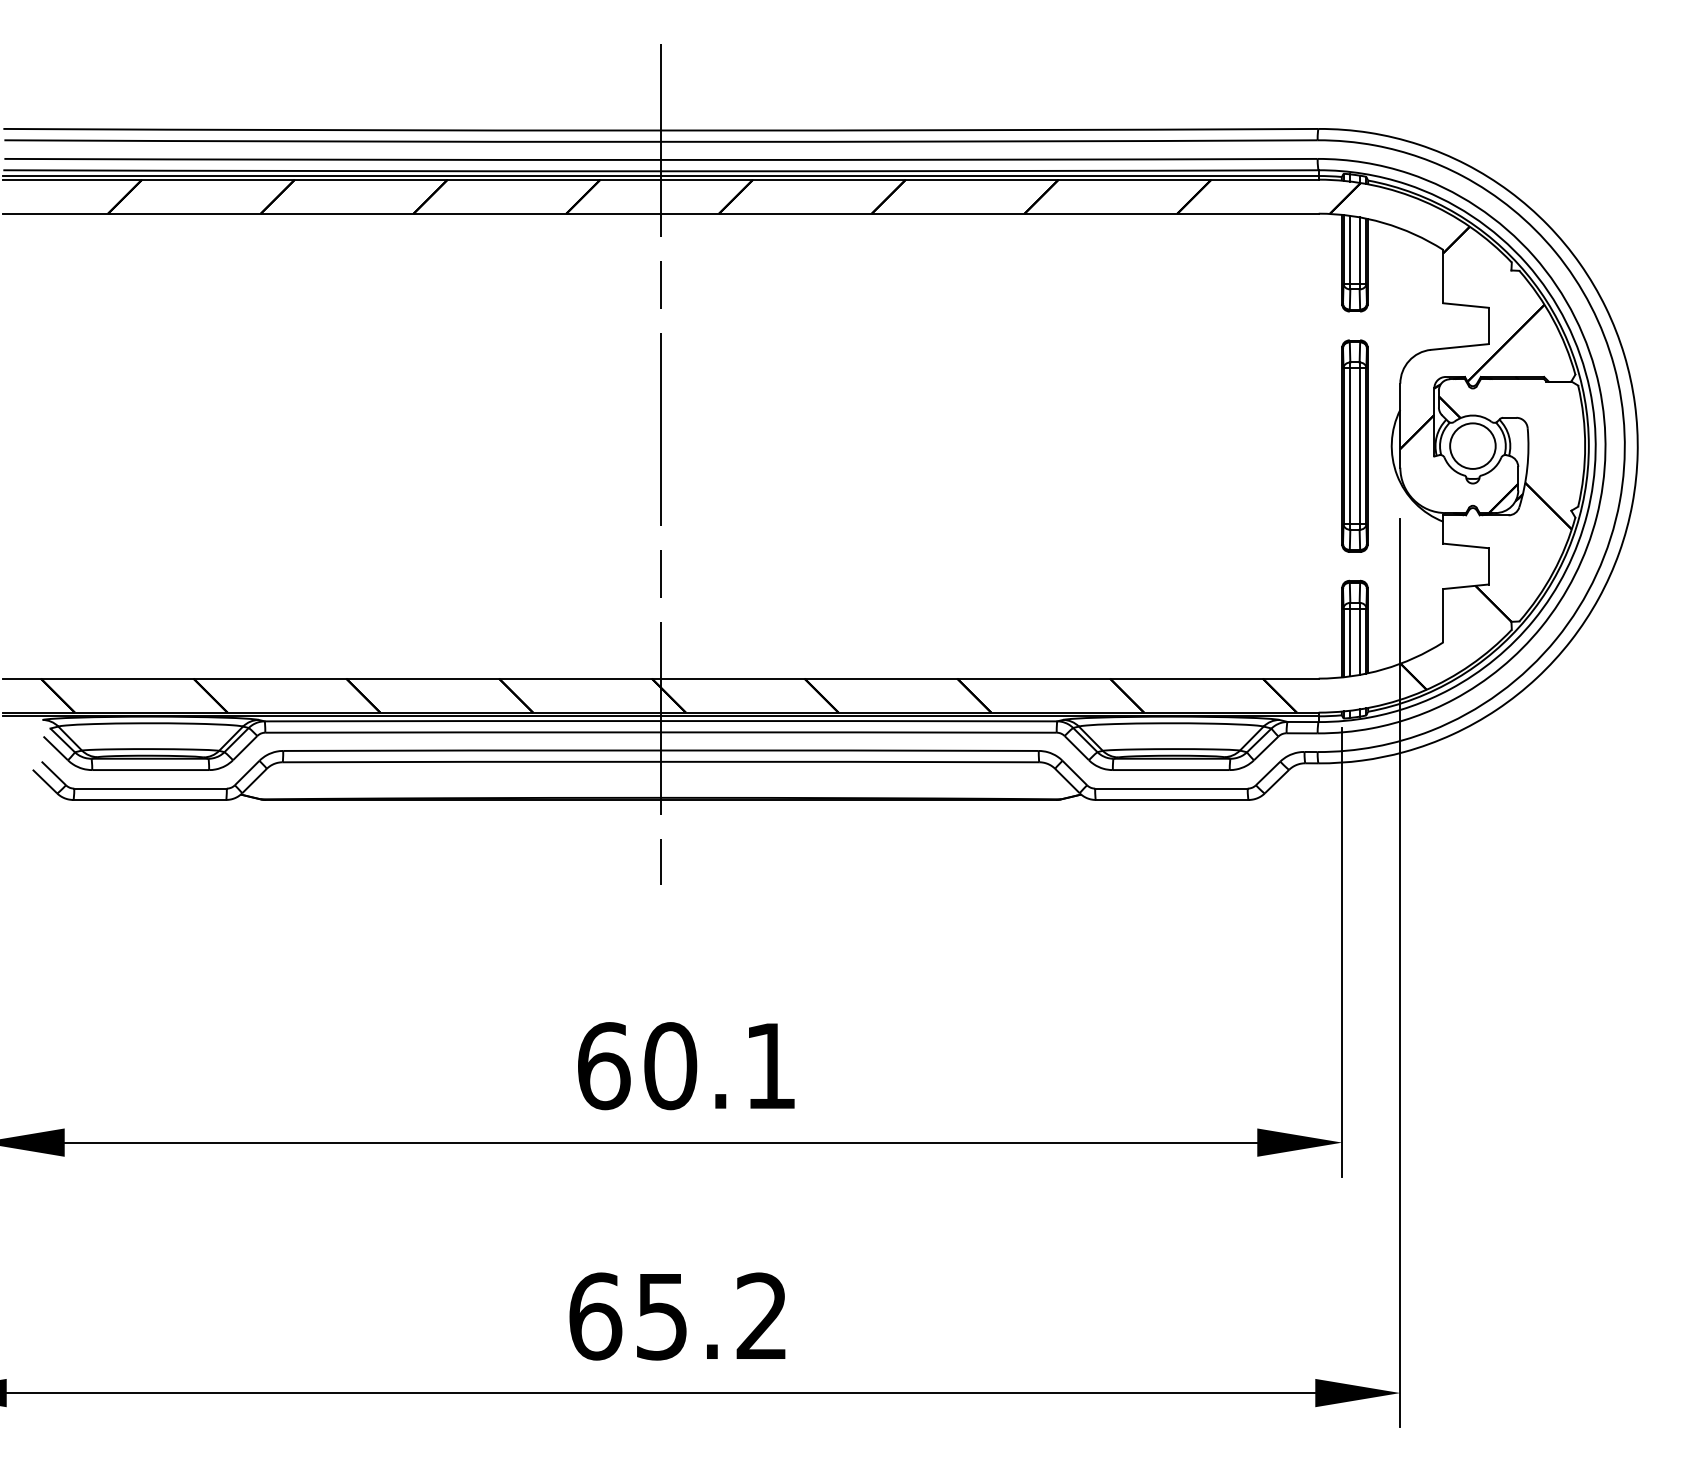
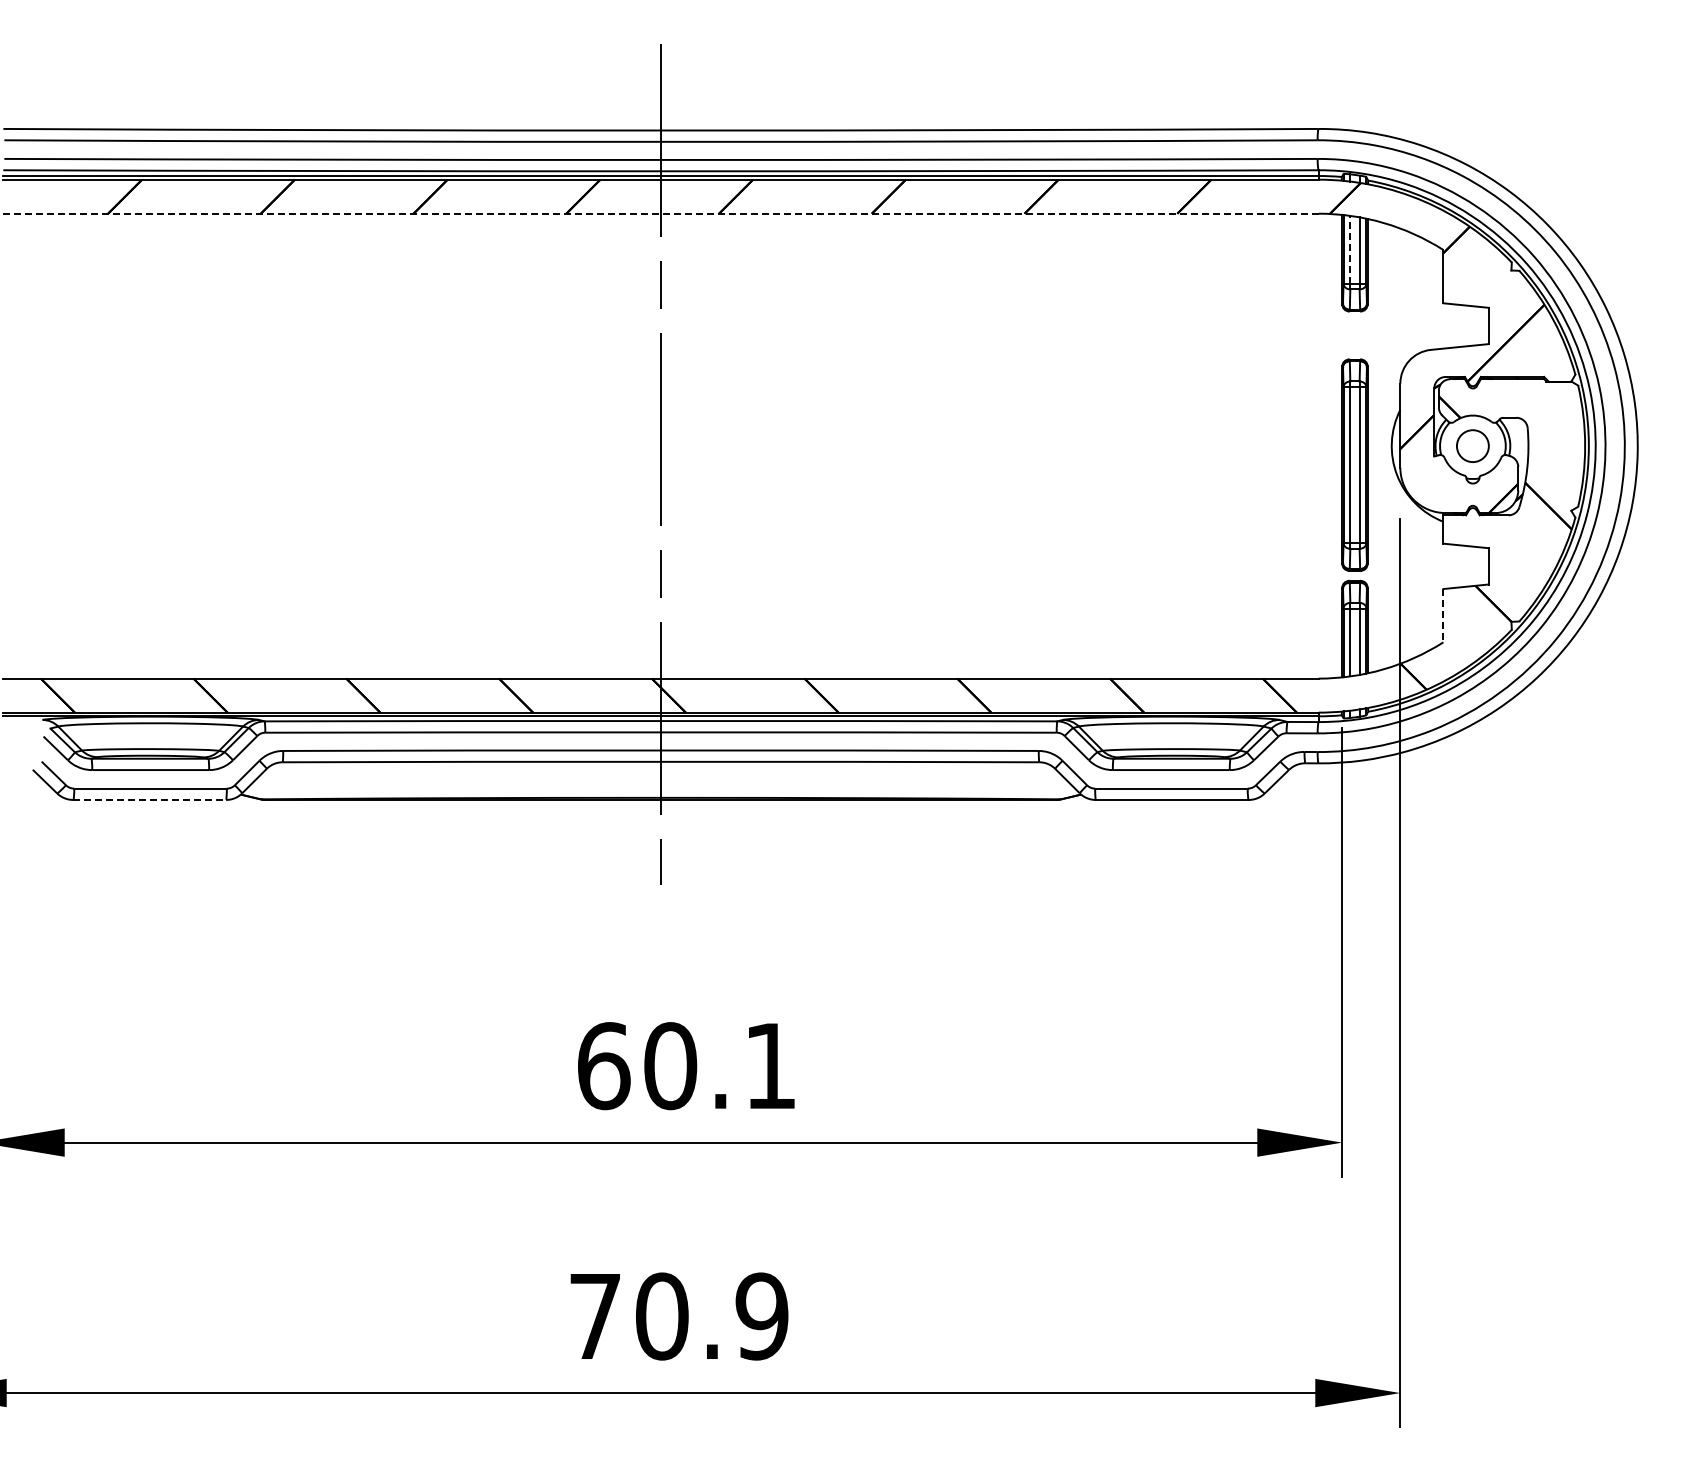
line at (661, 213): solid -> dashed
line at (1350, 249): solid -> dashed
part at (1354, 445) position: (1354, 445) -> (1354, 464)
circle at (1472, 445) diameter: 46 px -> 32 px
line at (1443, 615): solid -> dashed
line at (150, 799): solid -> dashed
text at (678, 1316): 65.2 -> 70.9
